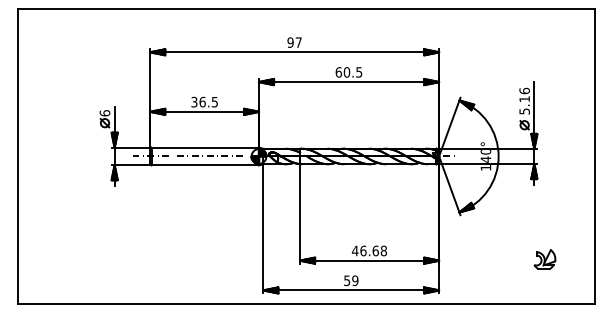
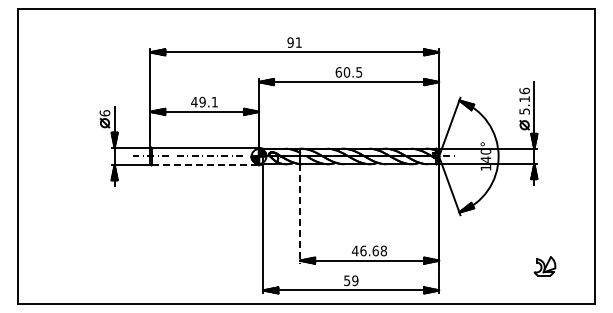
text at (298, 42): 97 -> 91
text at (204, 101): 36.5 -> 49.1
line at (205, 165): solid -> dashed
line at (300, 213): solid -> dashed
part at (544, 259) position: (544, 259) -> (544, 266)
